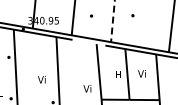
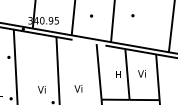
line at (112, 21): dashed -> solid
text at (41, 79) position: (41, 79) -> (41, 89)
text at (87, 88) position: (87, 88) -> (78, 88)
